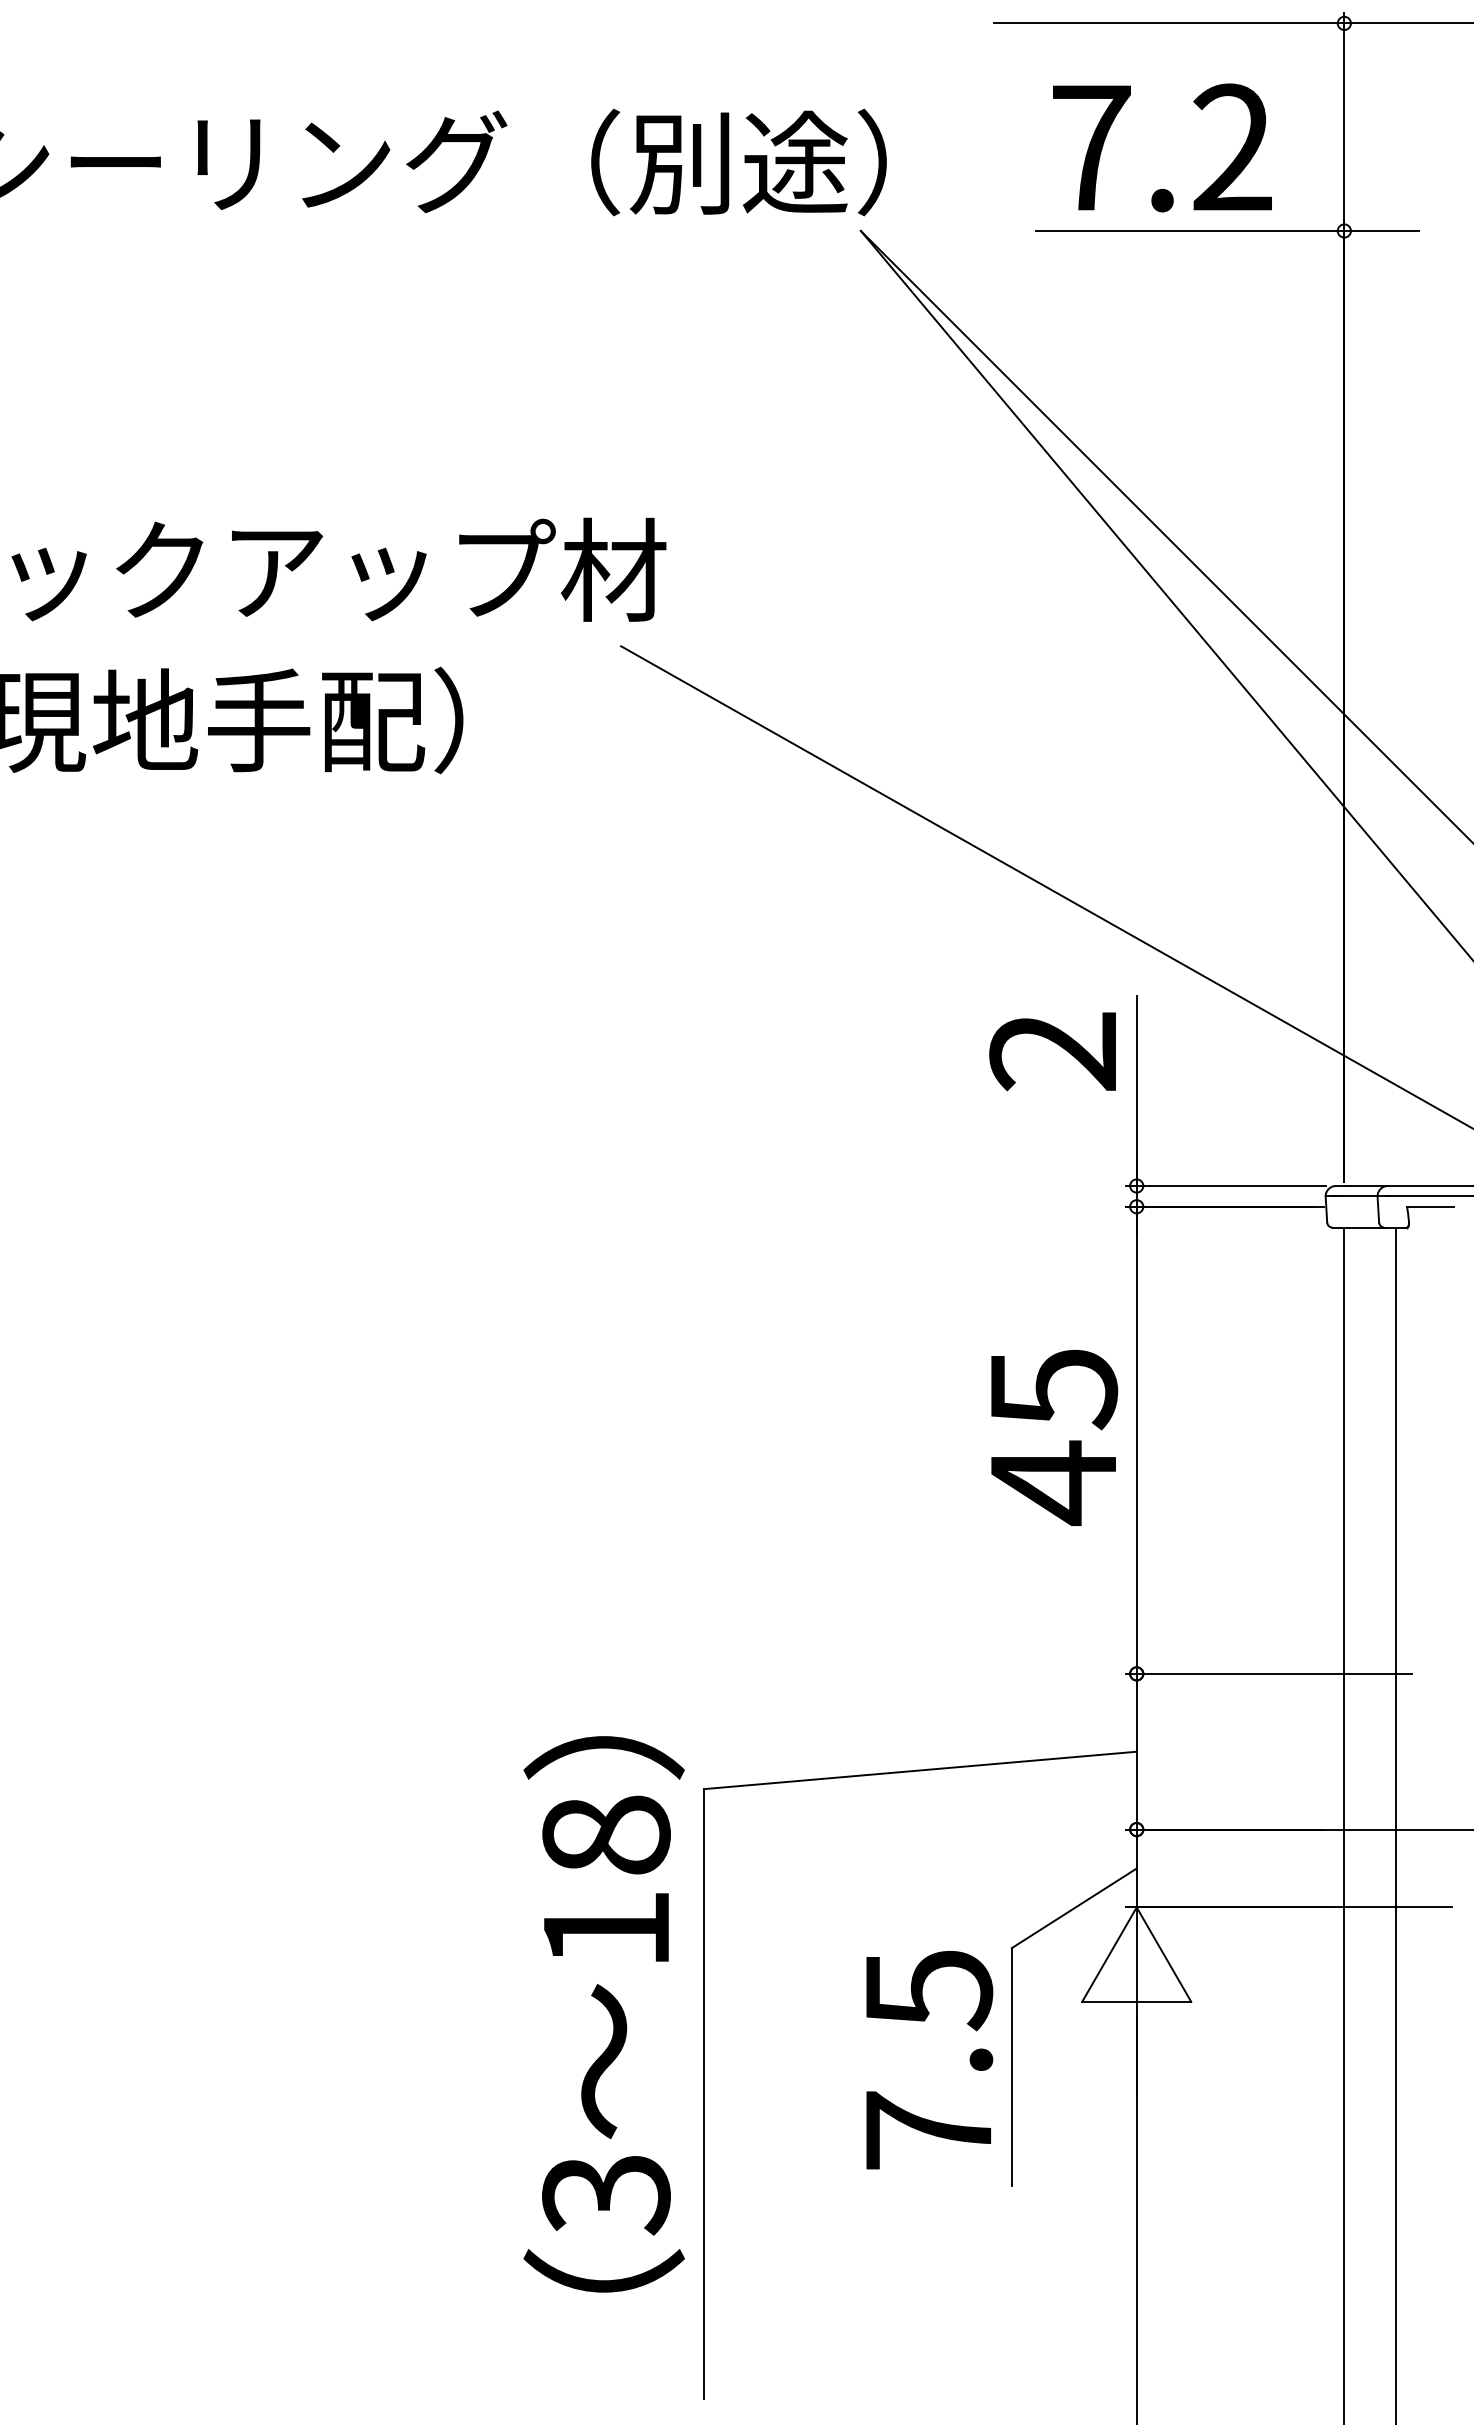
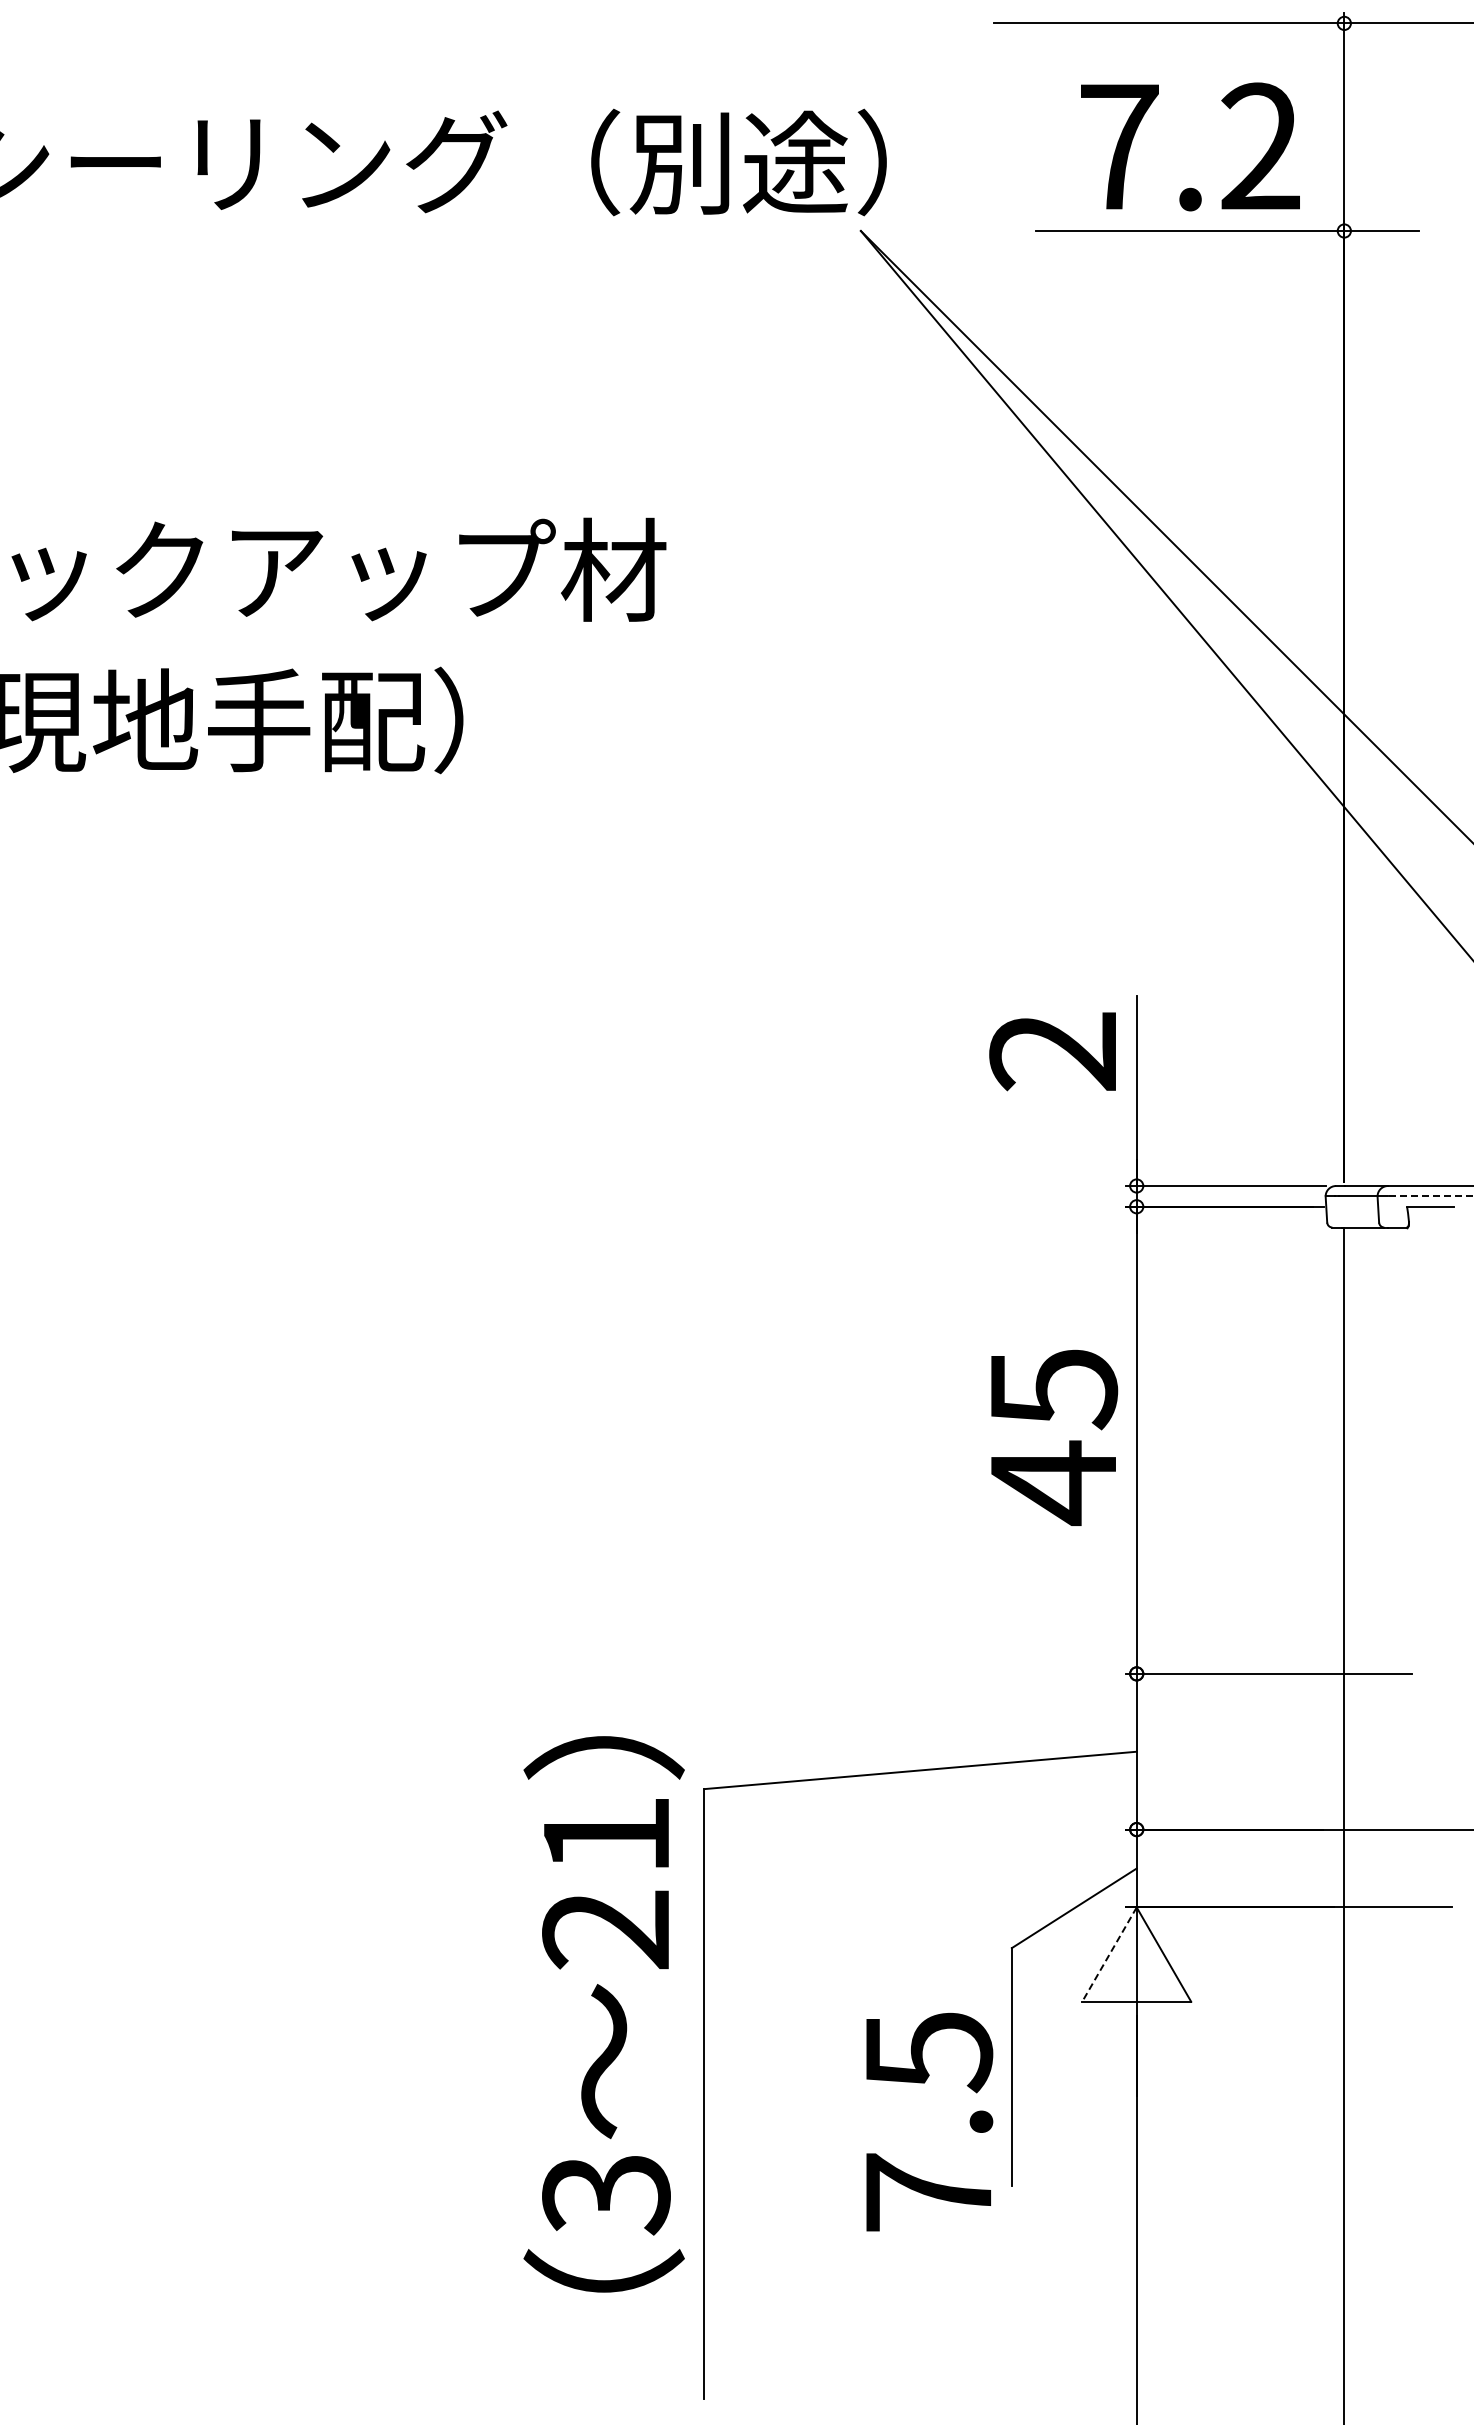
text at (1162, 147) position: (1162, 147) -> (1190, 146)
line at (1045, 886): present -> none
line at (1430, 1196): solid -> dashed
line at (1396, 1824): present -> none
text at (606, 1882): 18 -> 21
line at (1109, 1955): solid -> dashed
text at (929, 2060) position: (929, 2060) -> (929, 2122)
